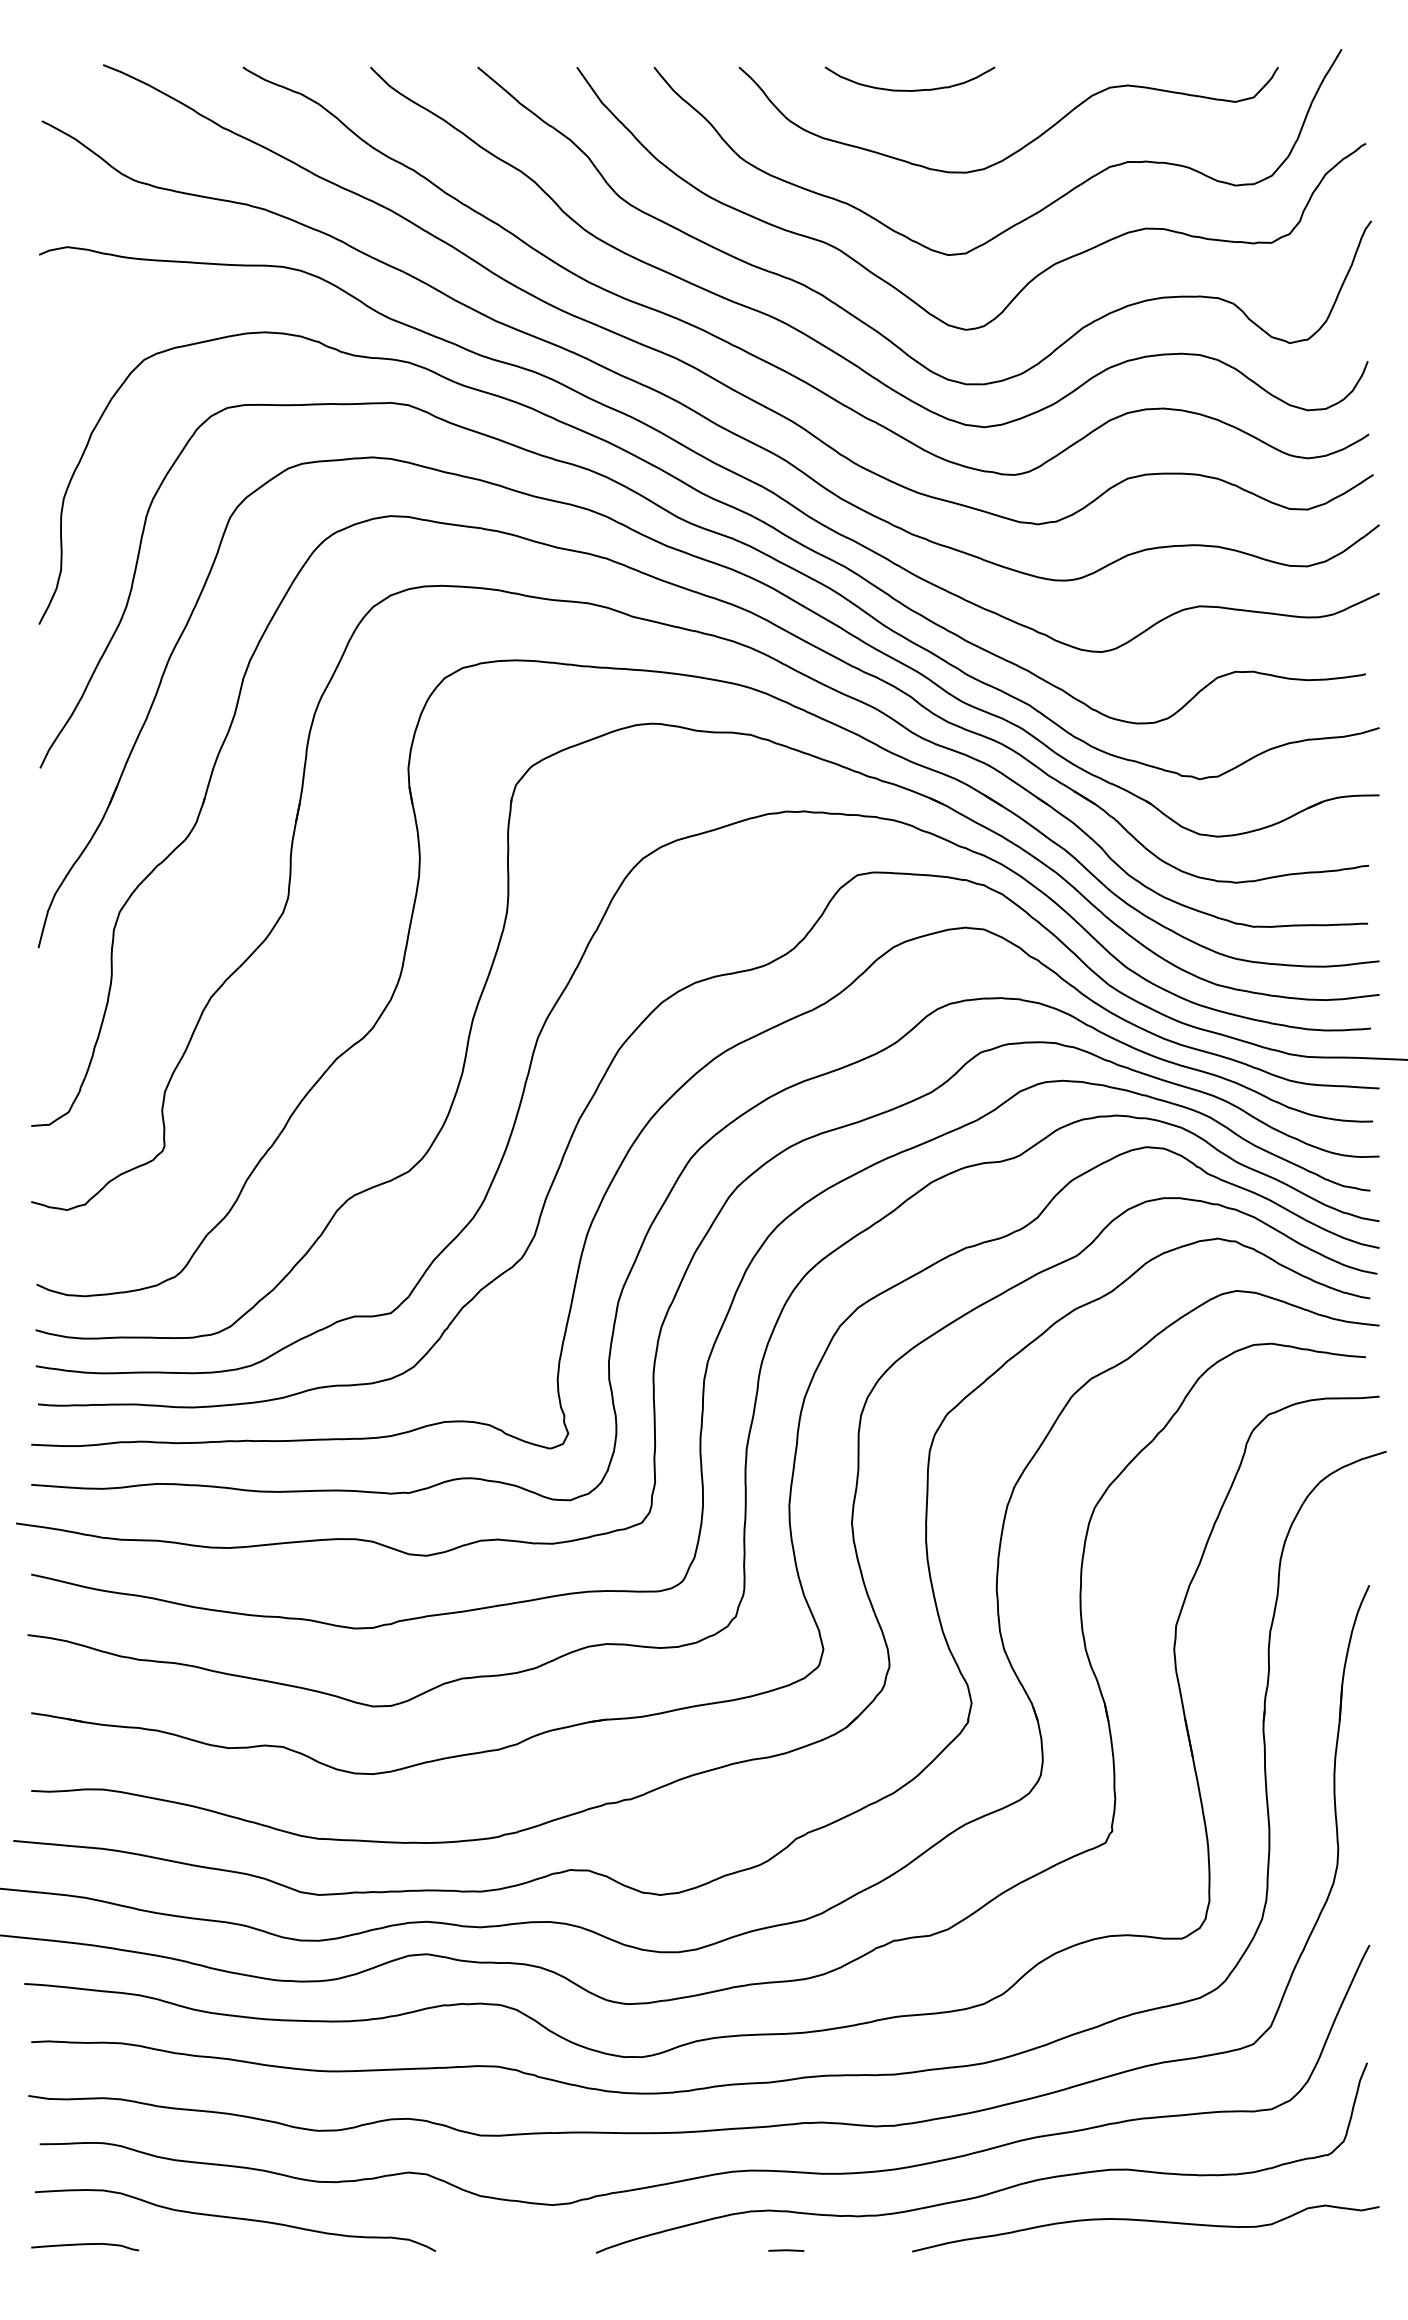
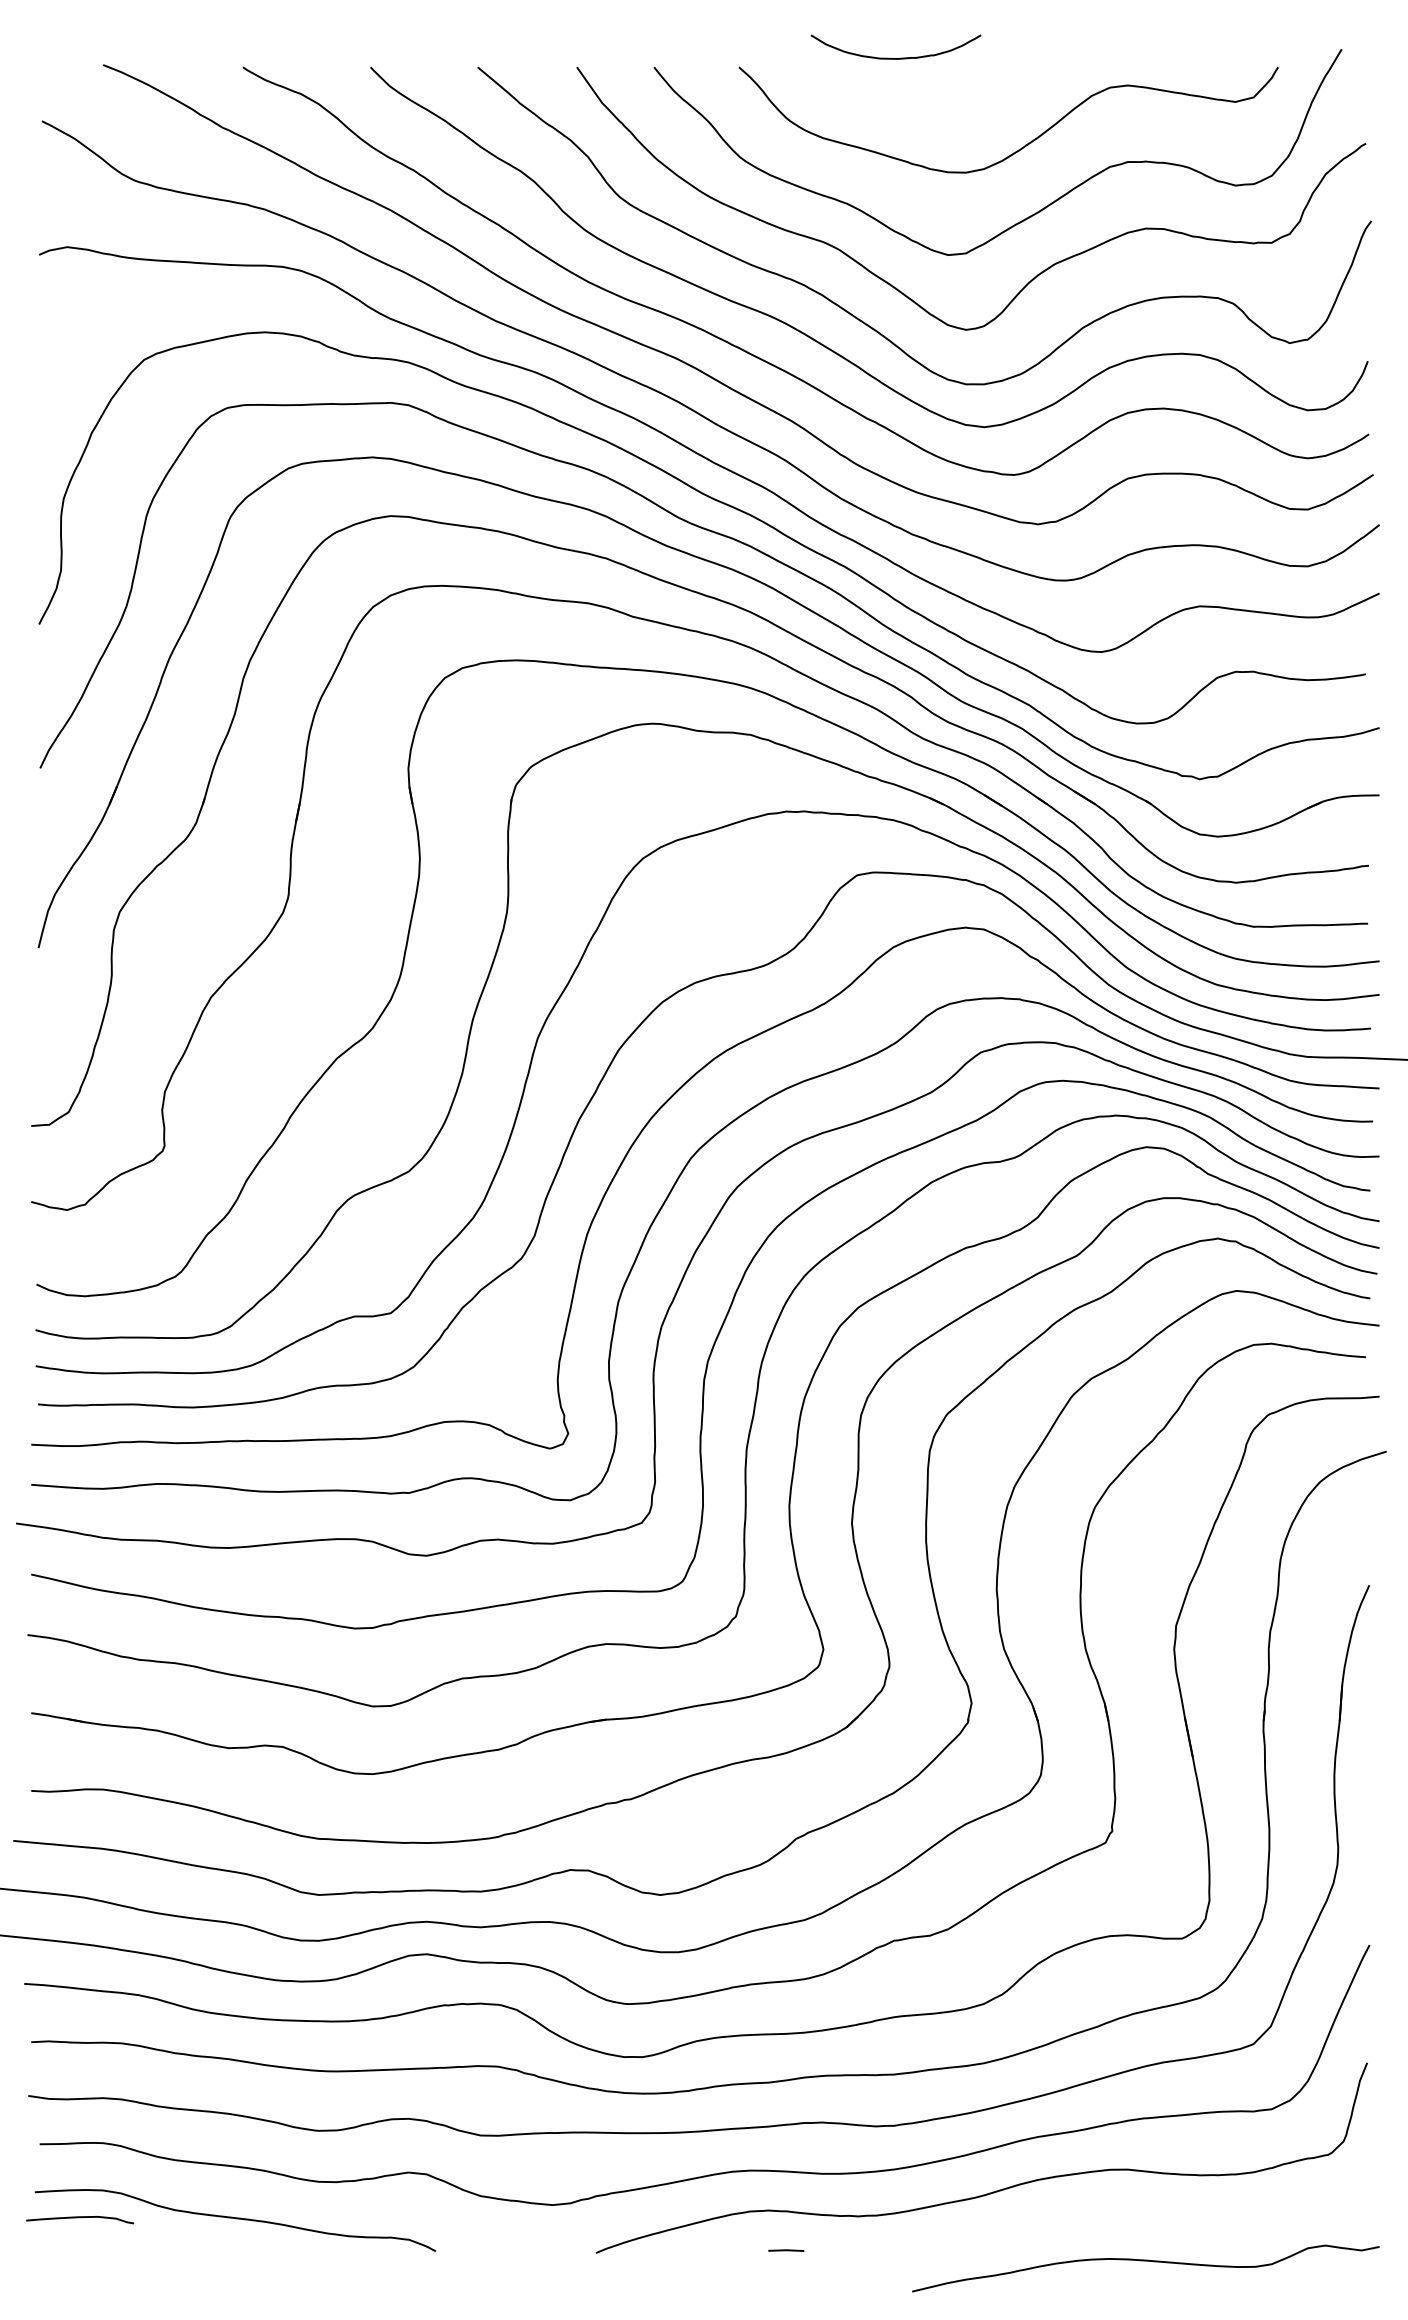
curve at (905, 89) position: (905, 89) -> (891, 57)
curve at (1145, 2221) position: (1145, 2221) -> (1145, 2261)
curve at (84, 2245) position: (84, 2245) -> (79, 2218)
